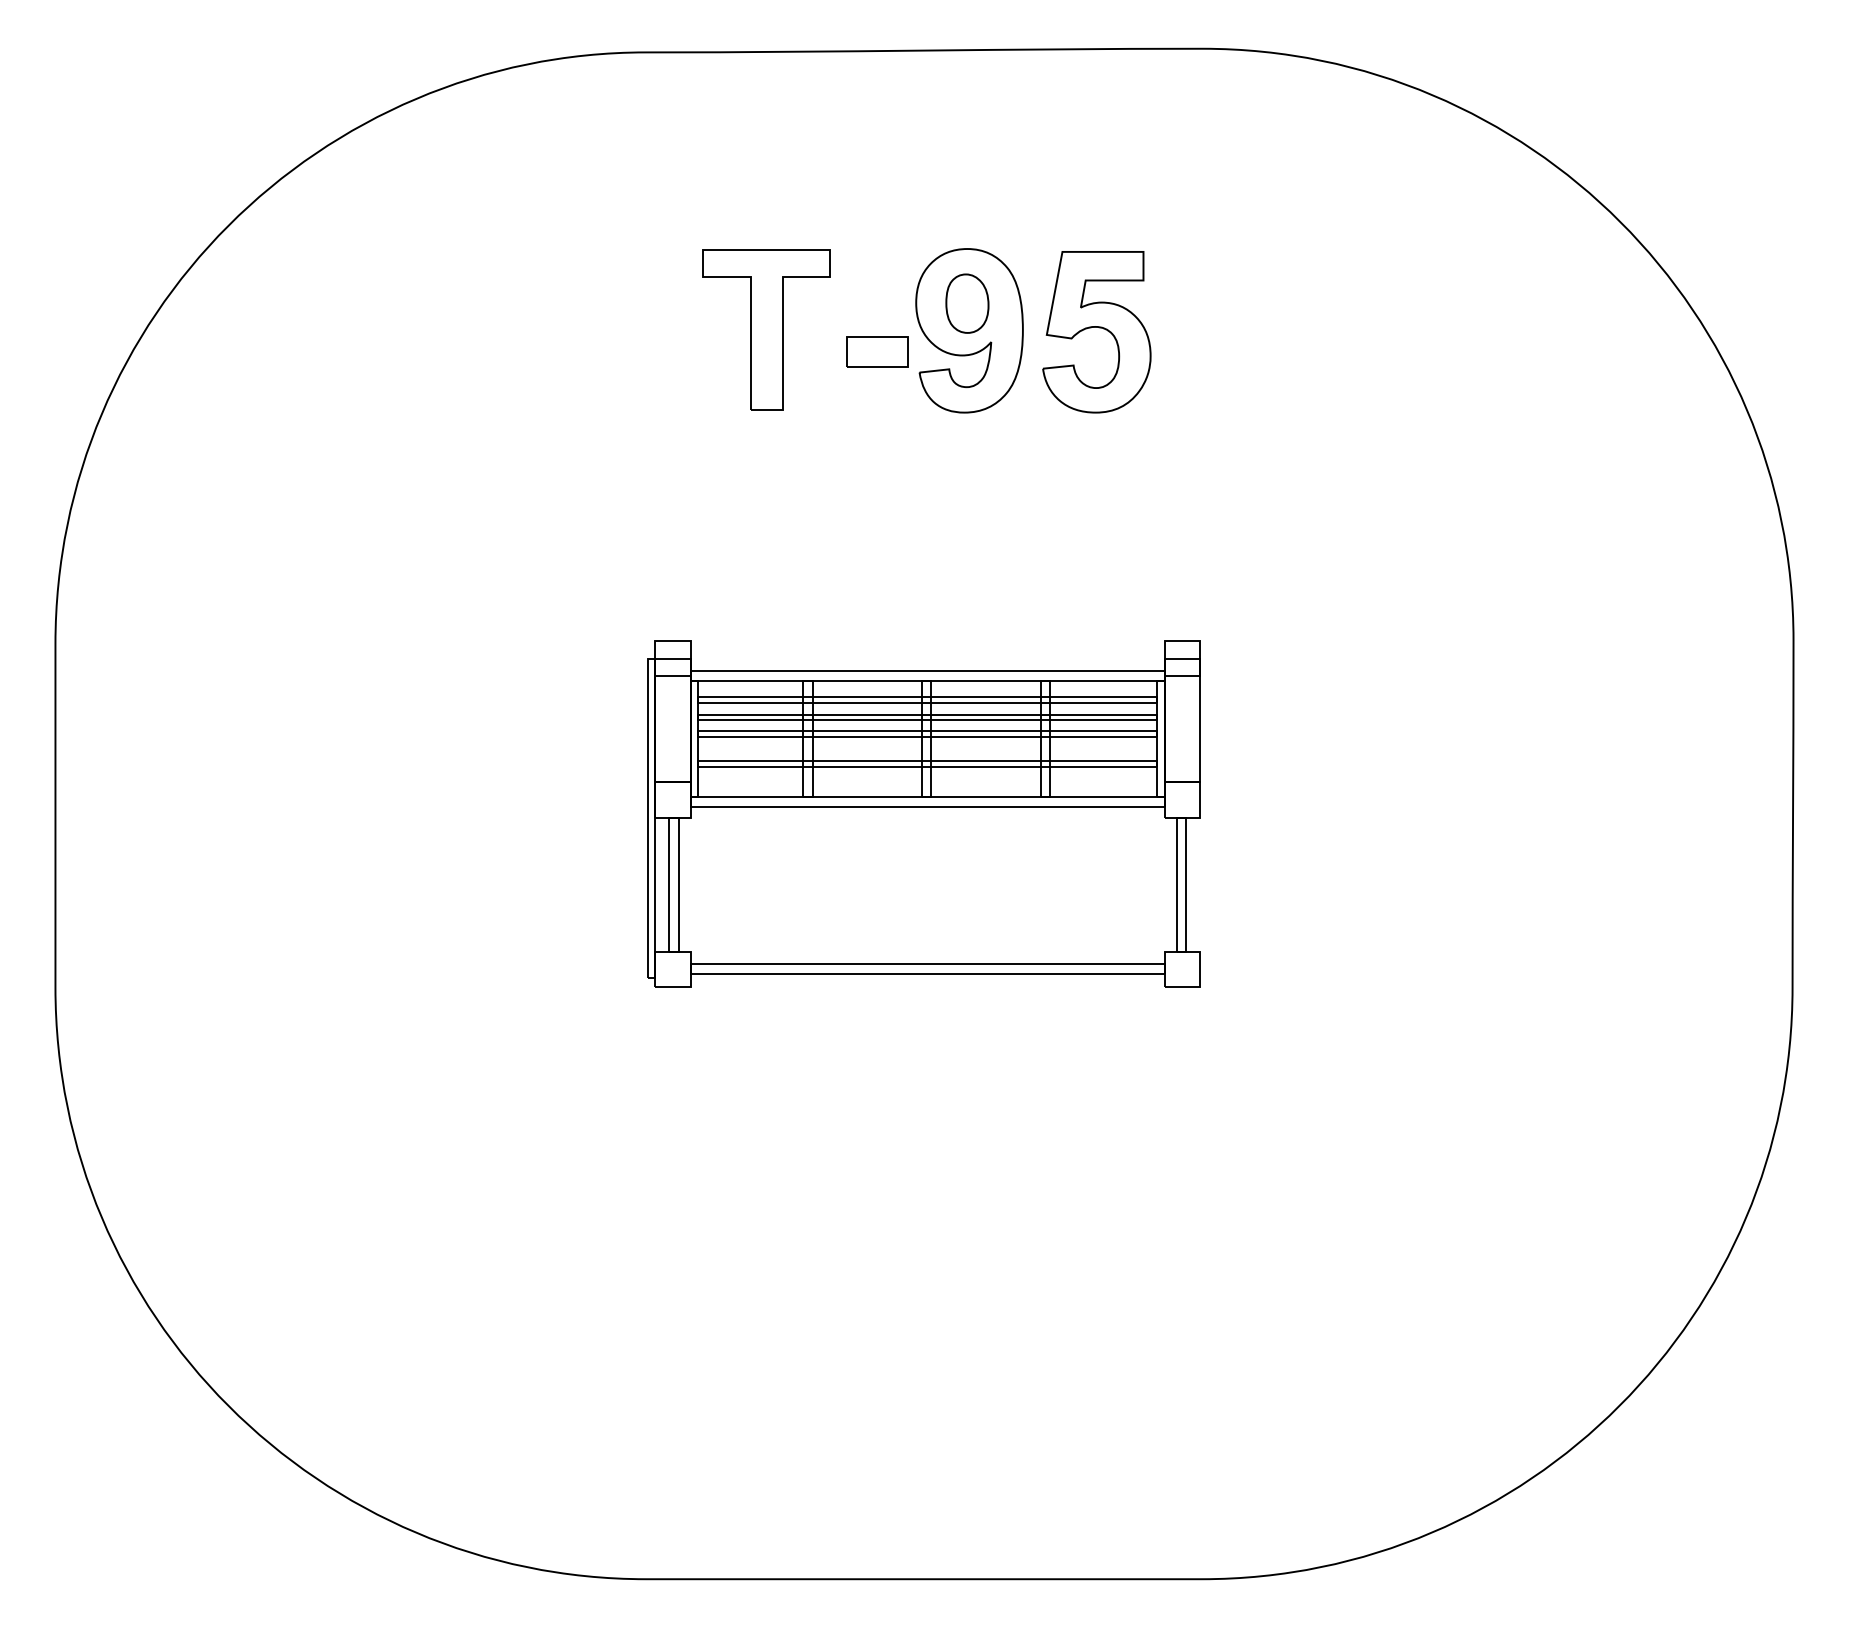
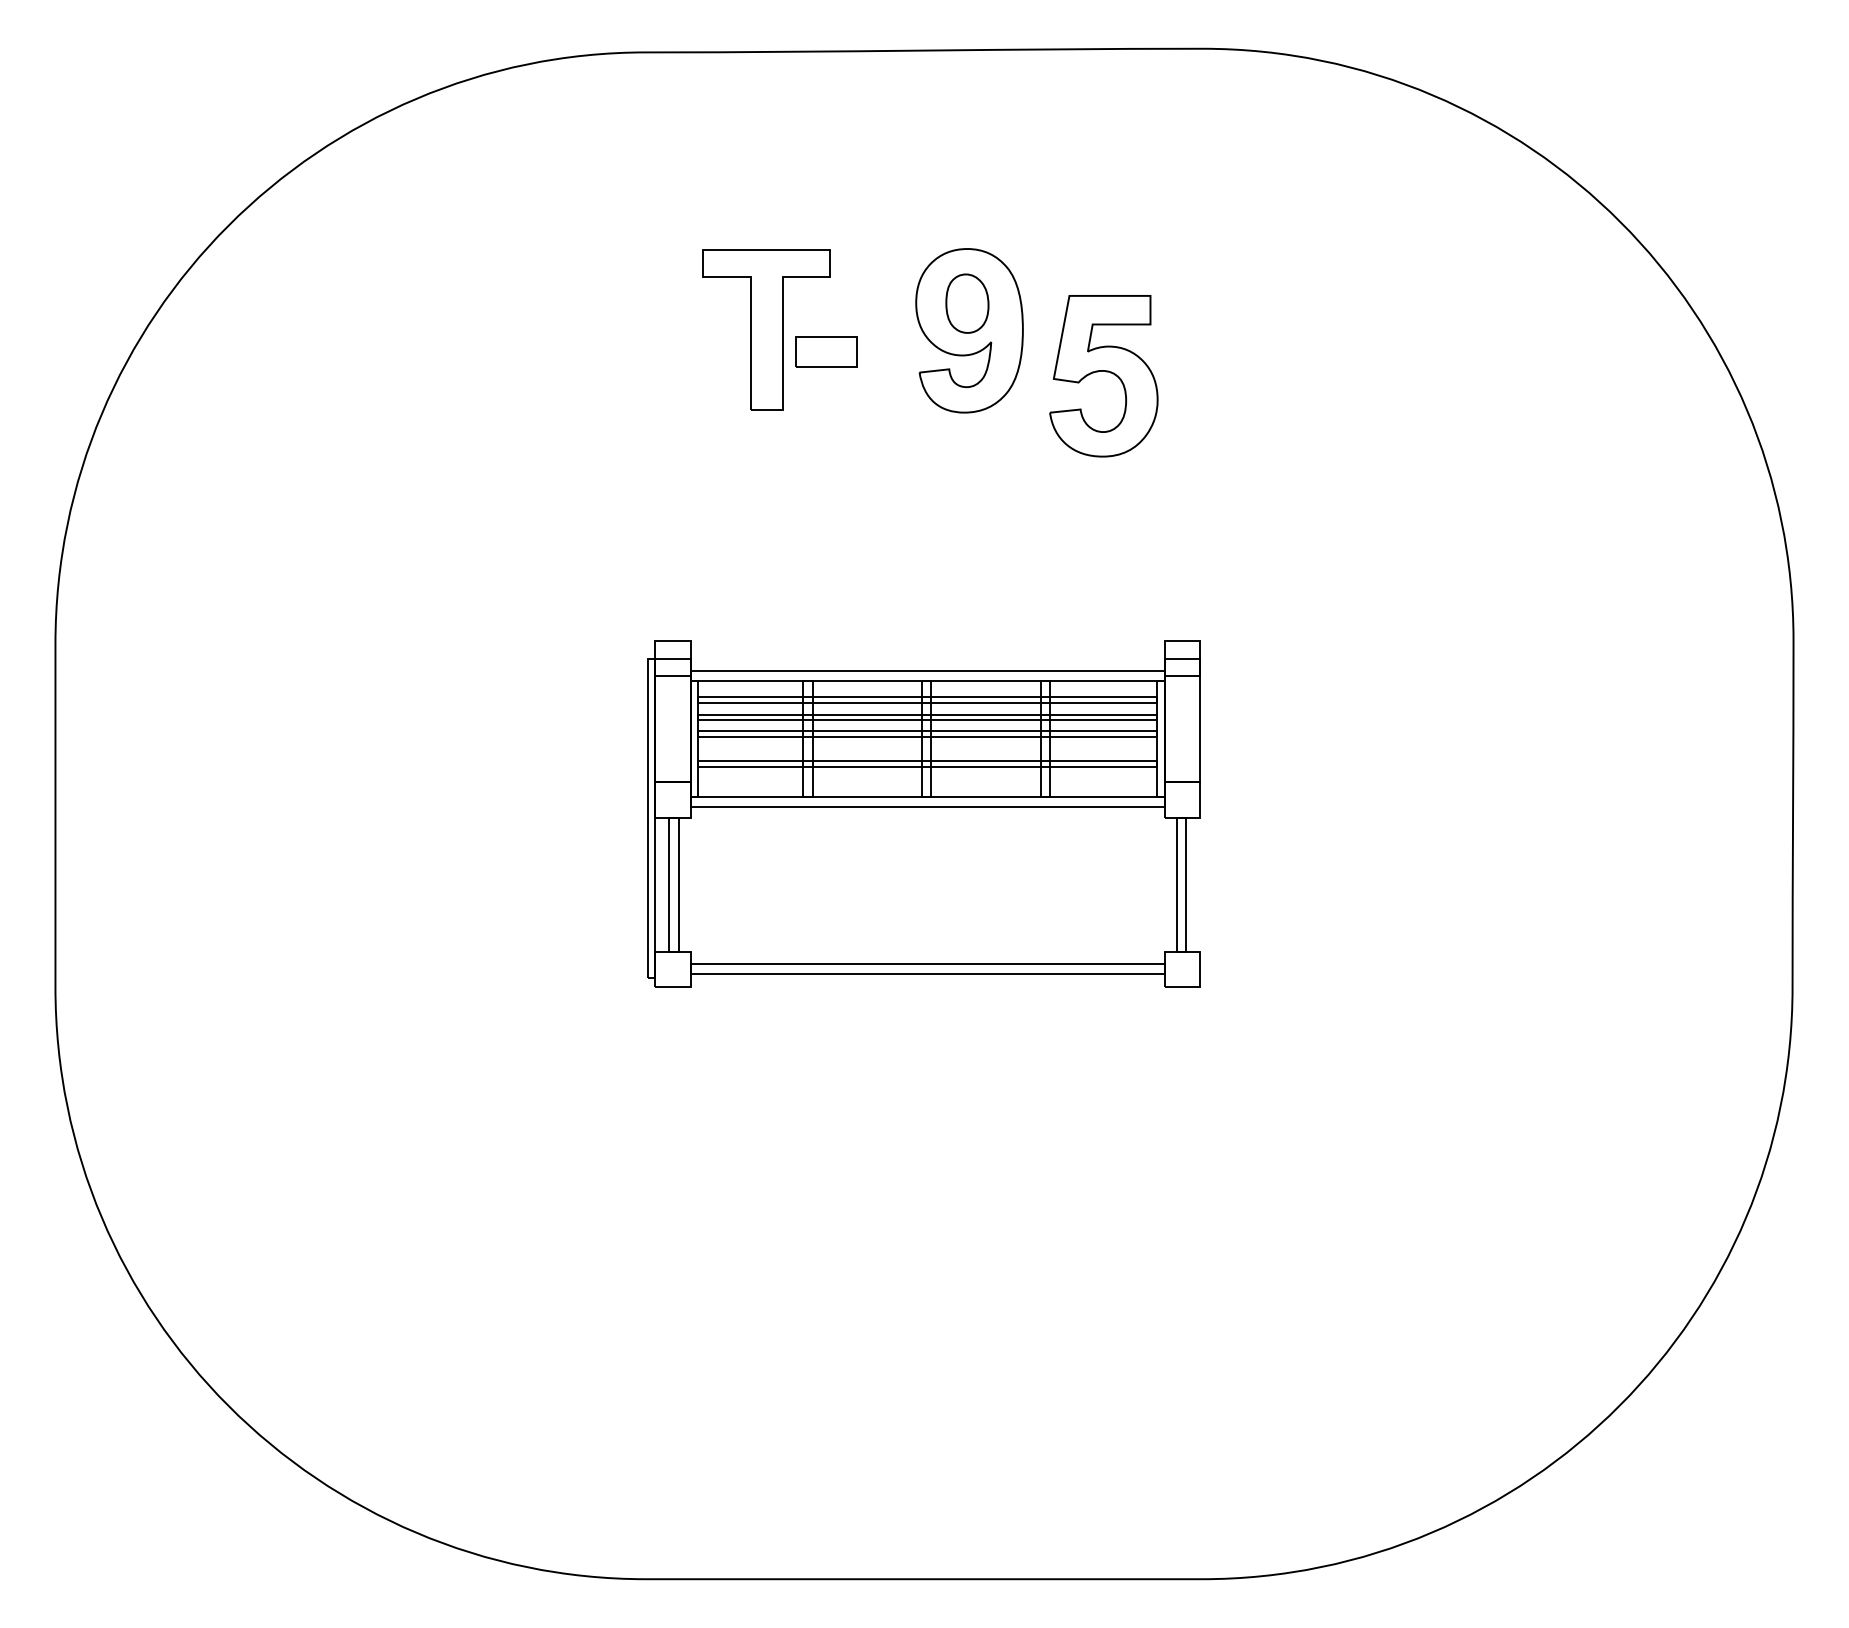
part at (1096, 332) position: (1096, 332) -> (1103, 376)
part at (877, 351) position: (877, 351) -> (826, 351)
